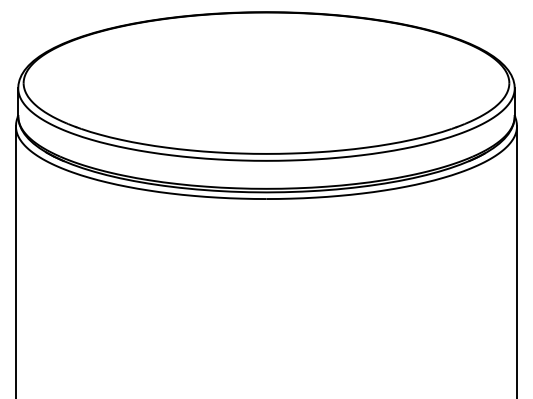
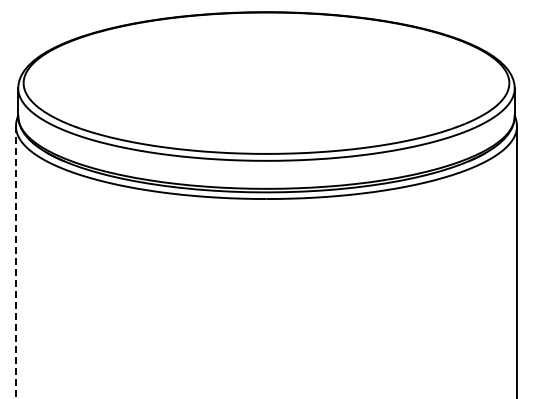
line at (15, 262): solid -> dashed
